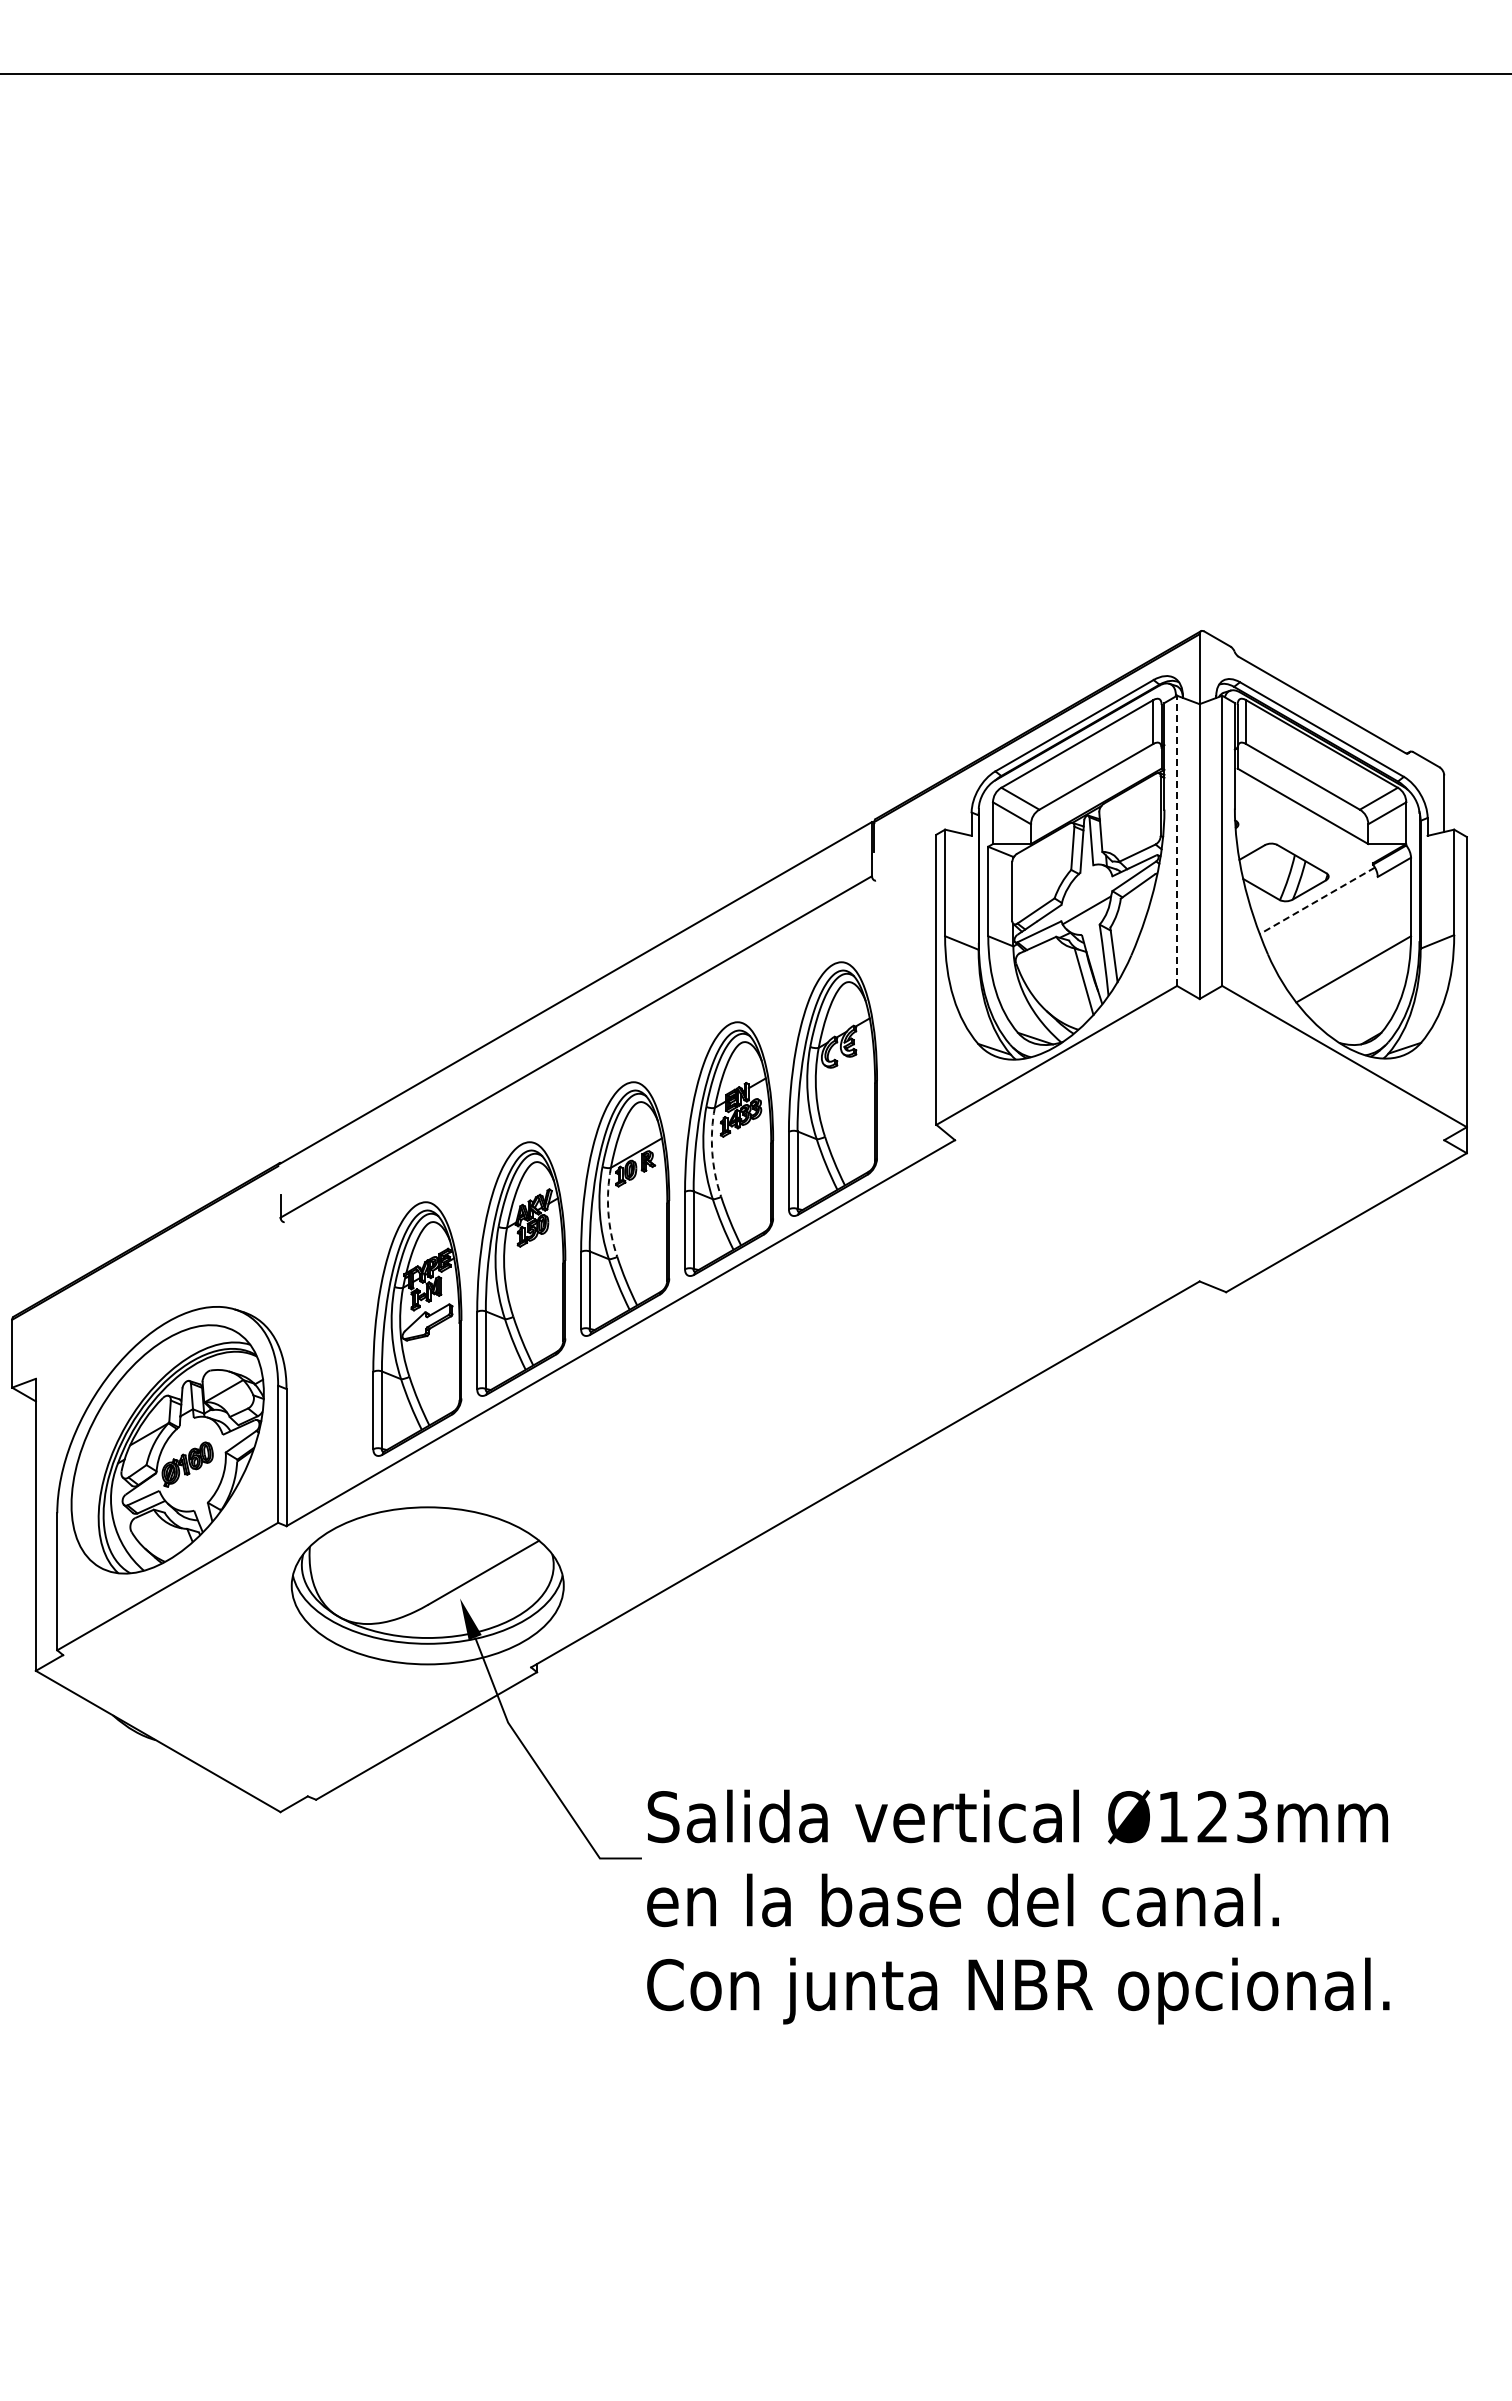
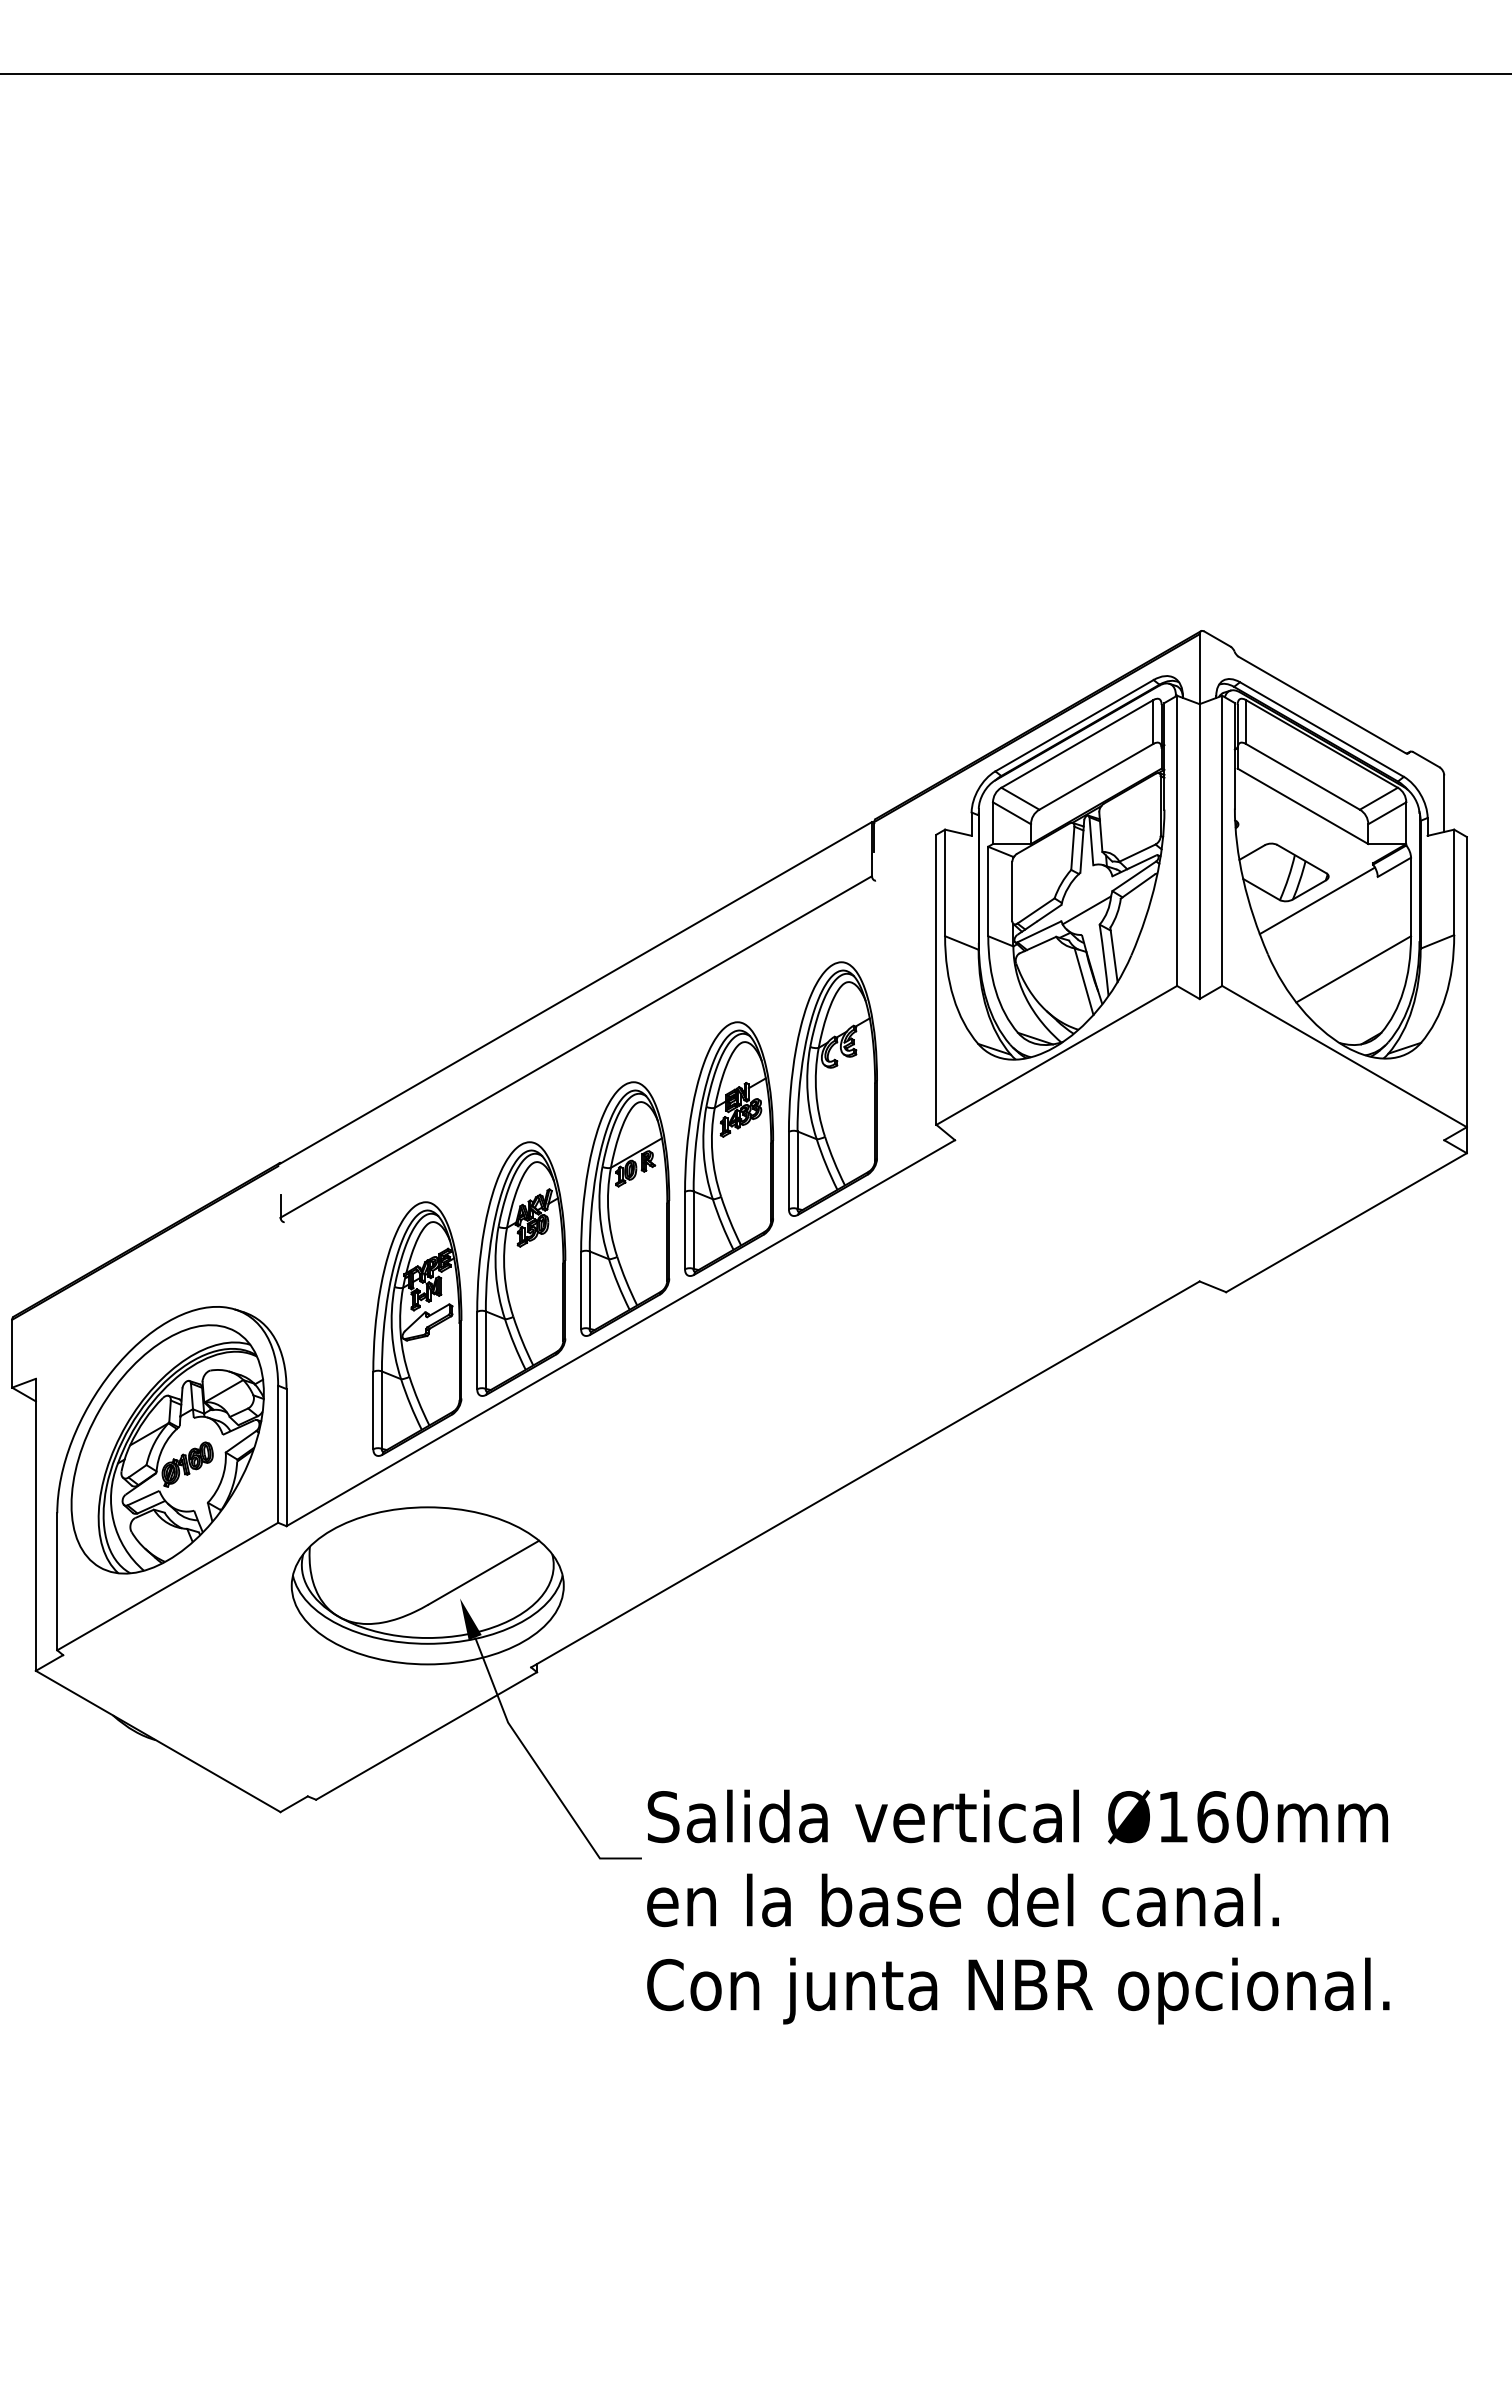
line at (1177, 840): dashed -> solid
line at (1317, 900): dashed -> solid
arc at (712, 1152): dashed -> solid
arc at (608, 1212): dashed -> solid
text at (1232, 1817): Ø123mm -> Ø160mm
